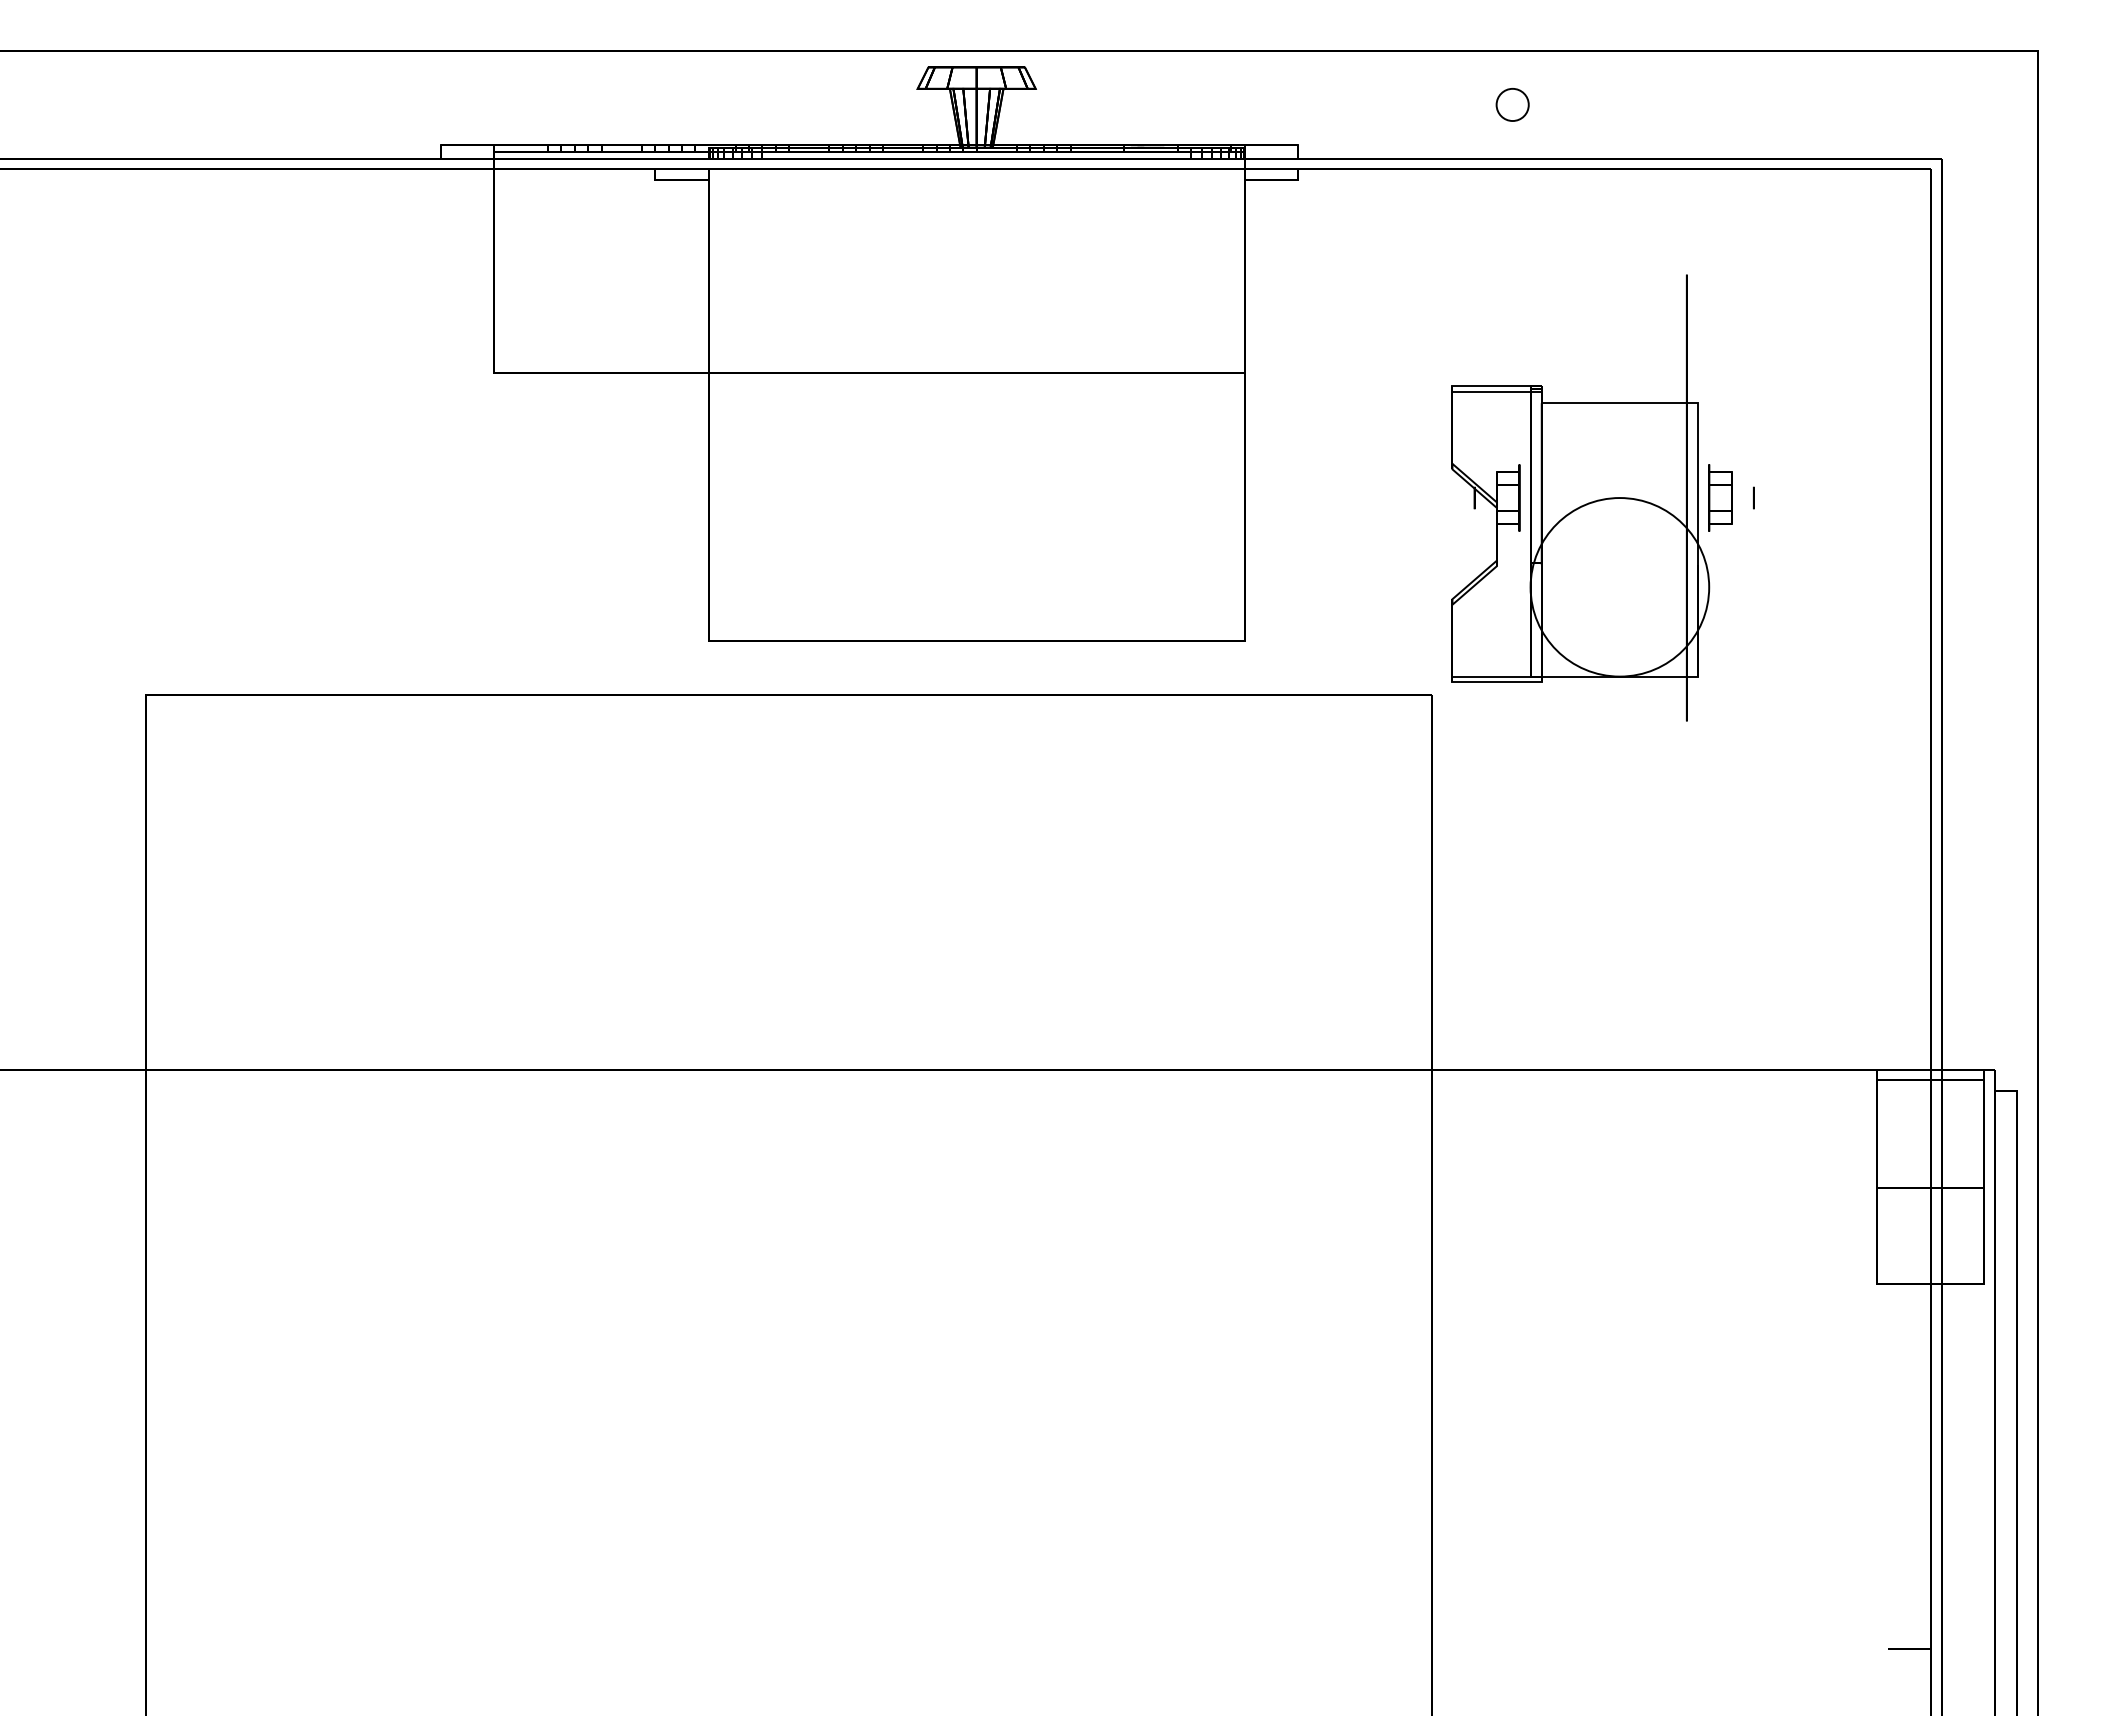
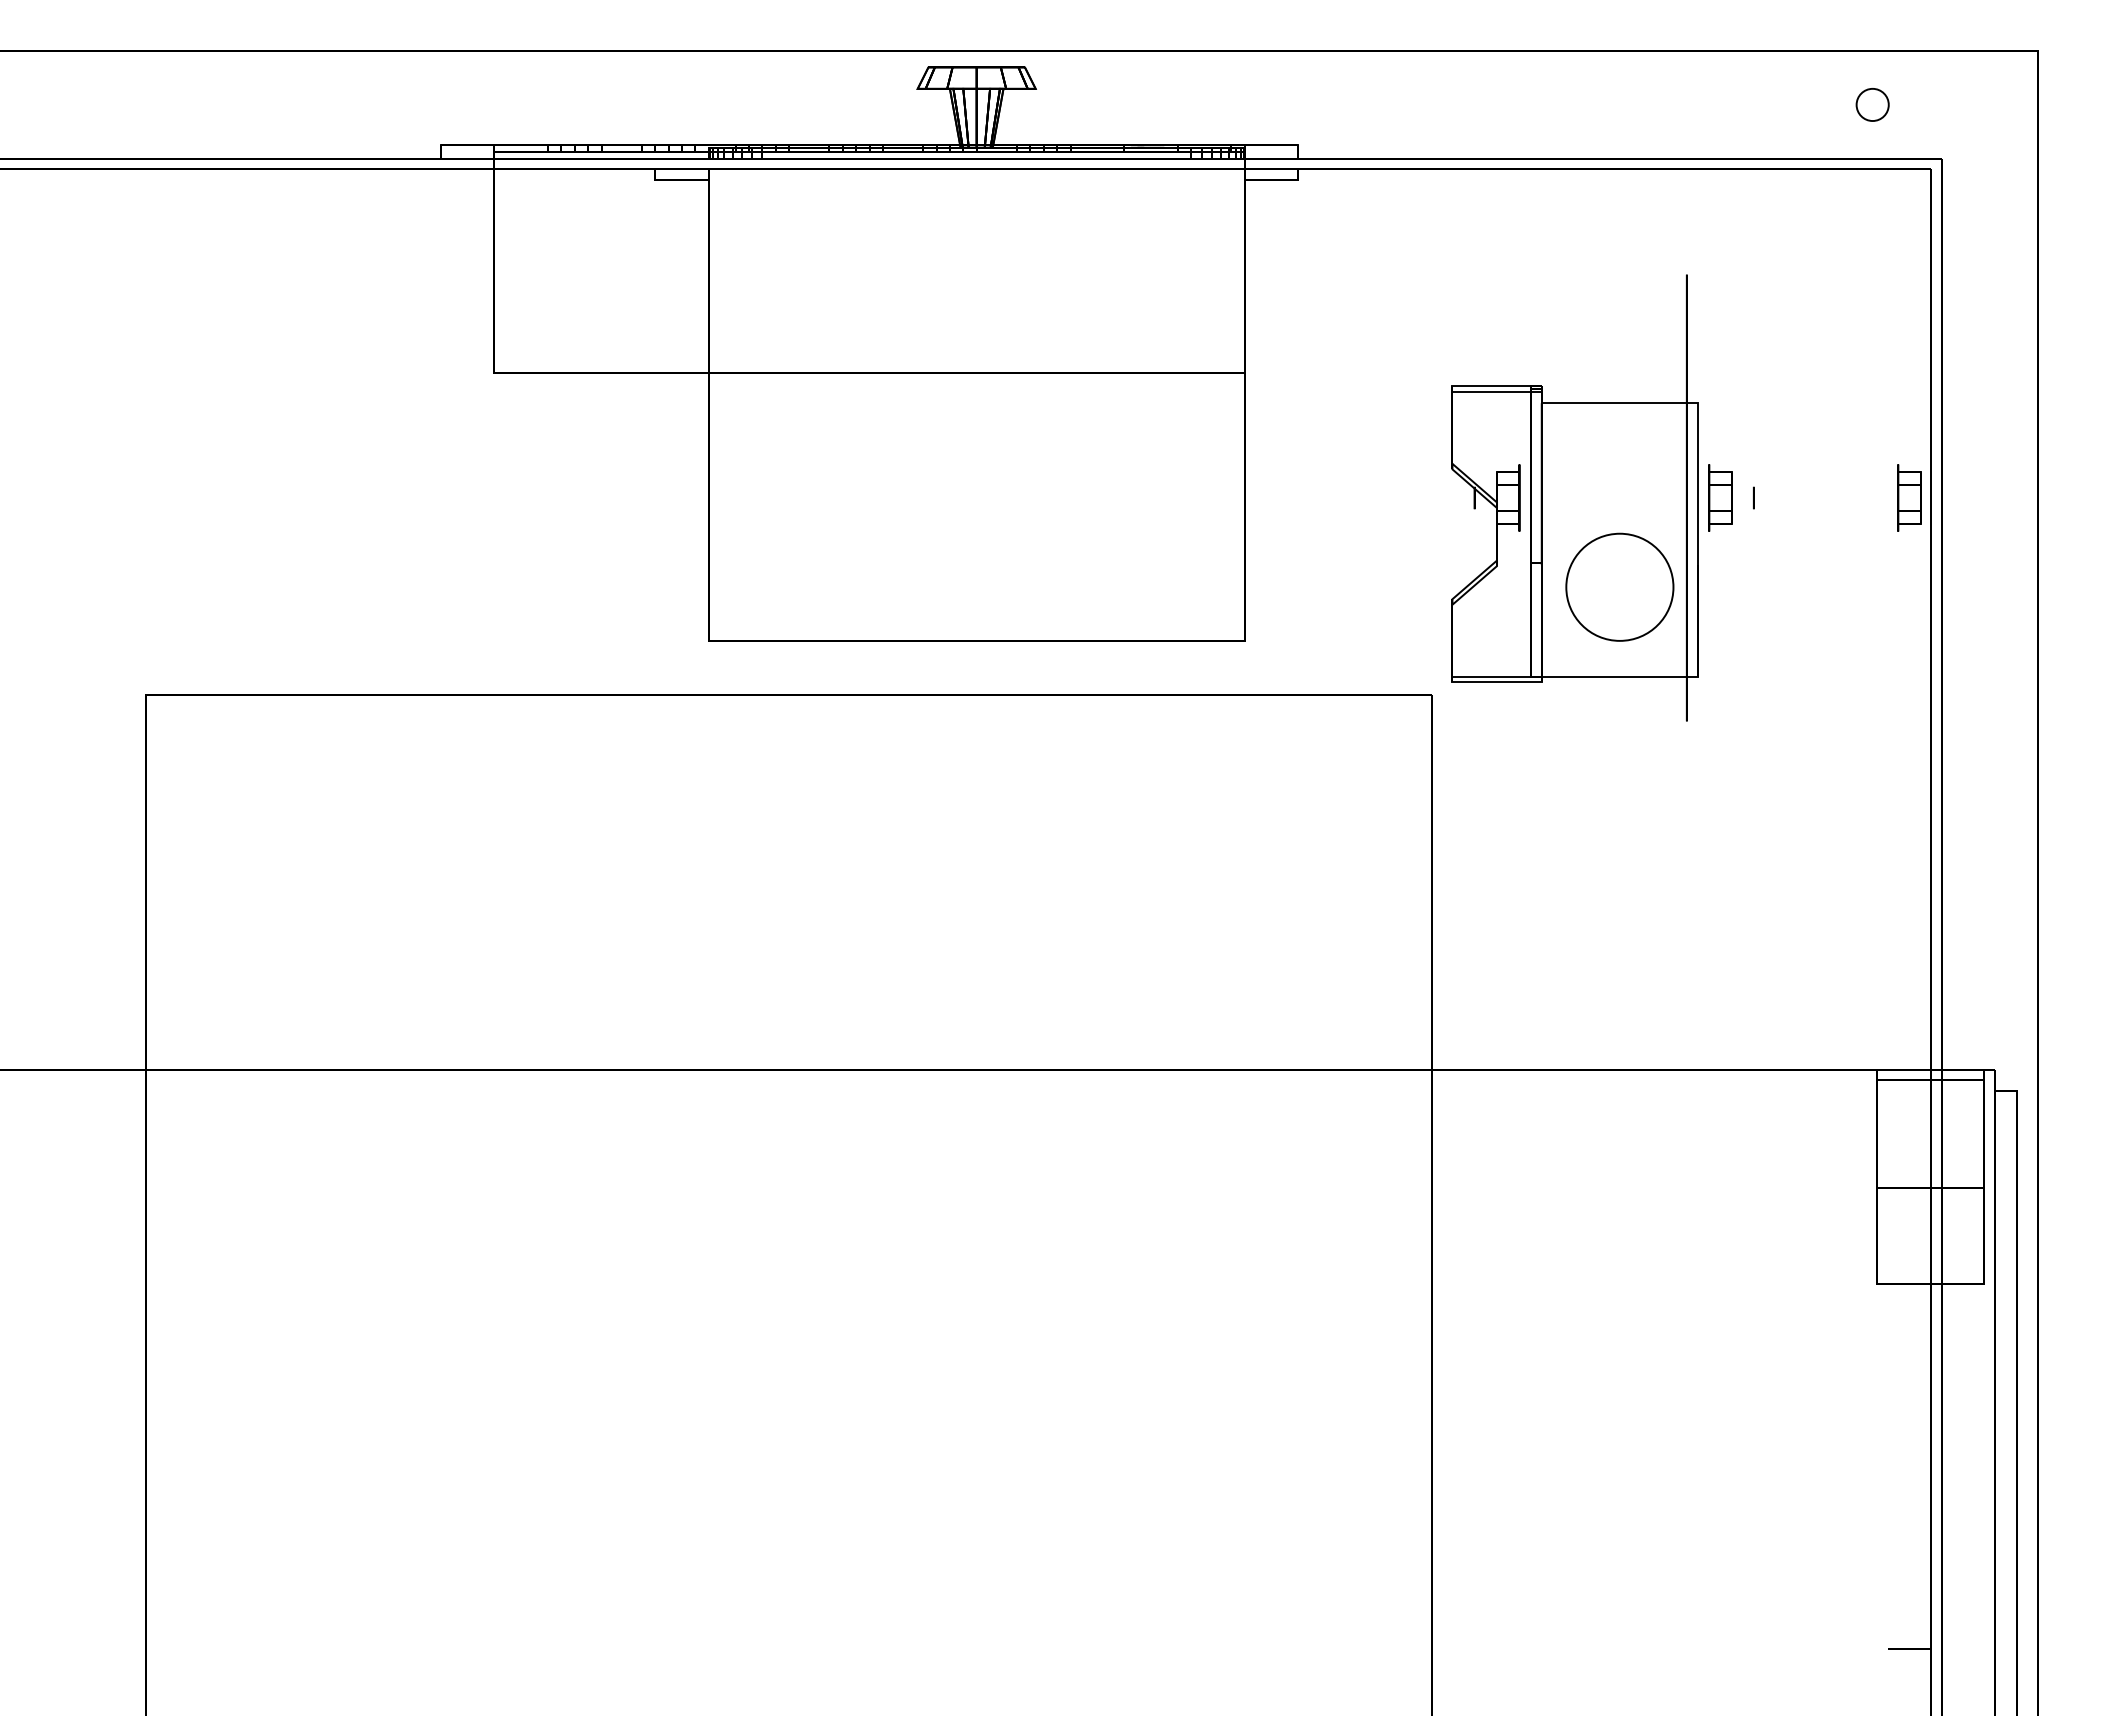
circle at (1512, 104) position: (1512, 104) -> (1872, 104)
part at (1909, 497): none -> present
circle at (1619, 587) diameter: 179 px -> 107 px
